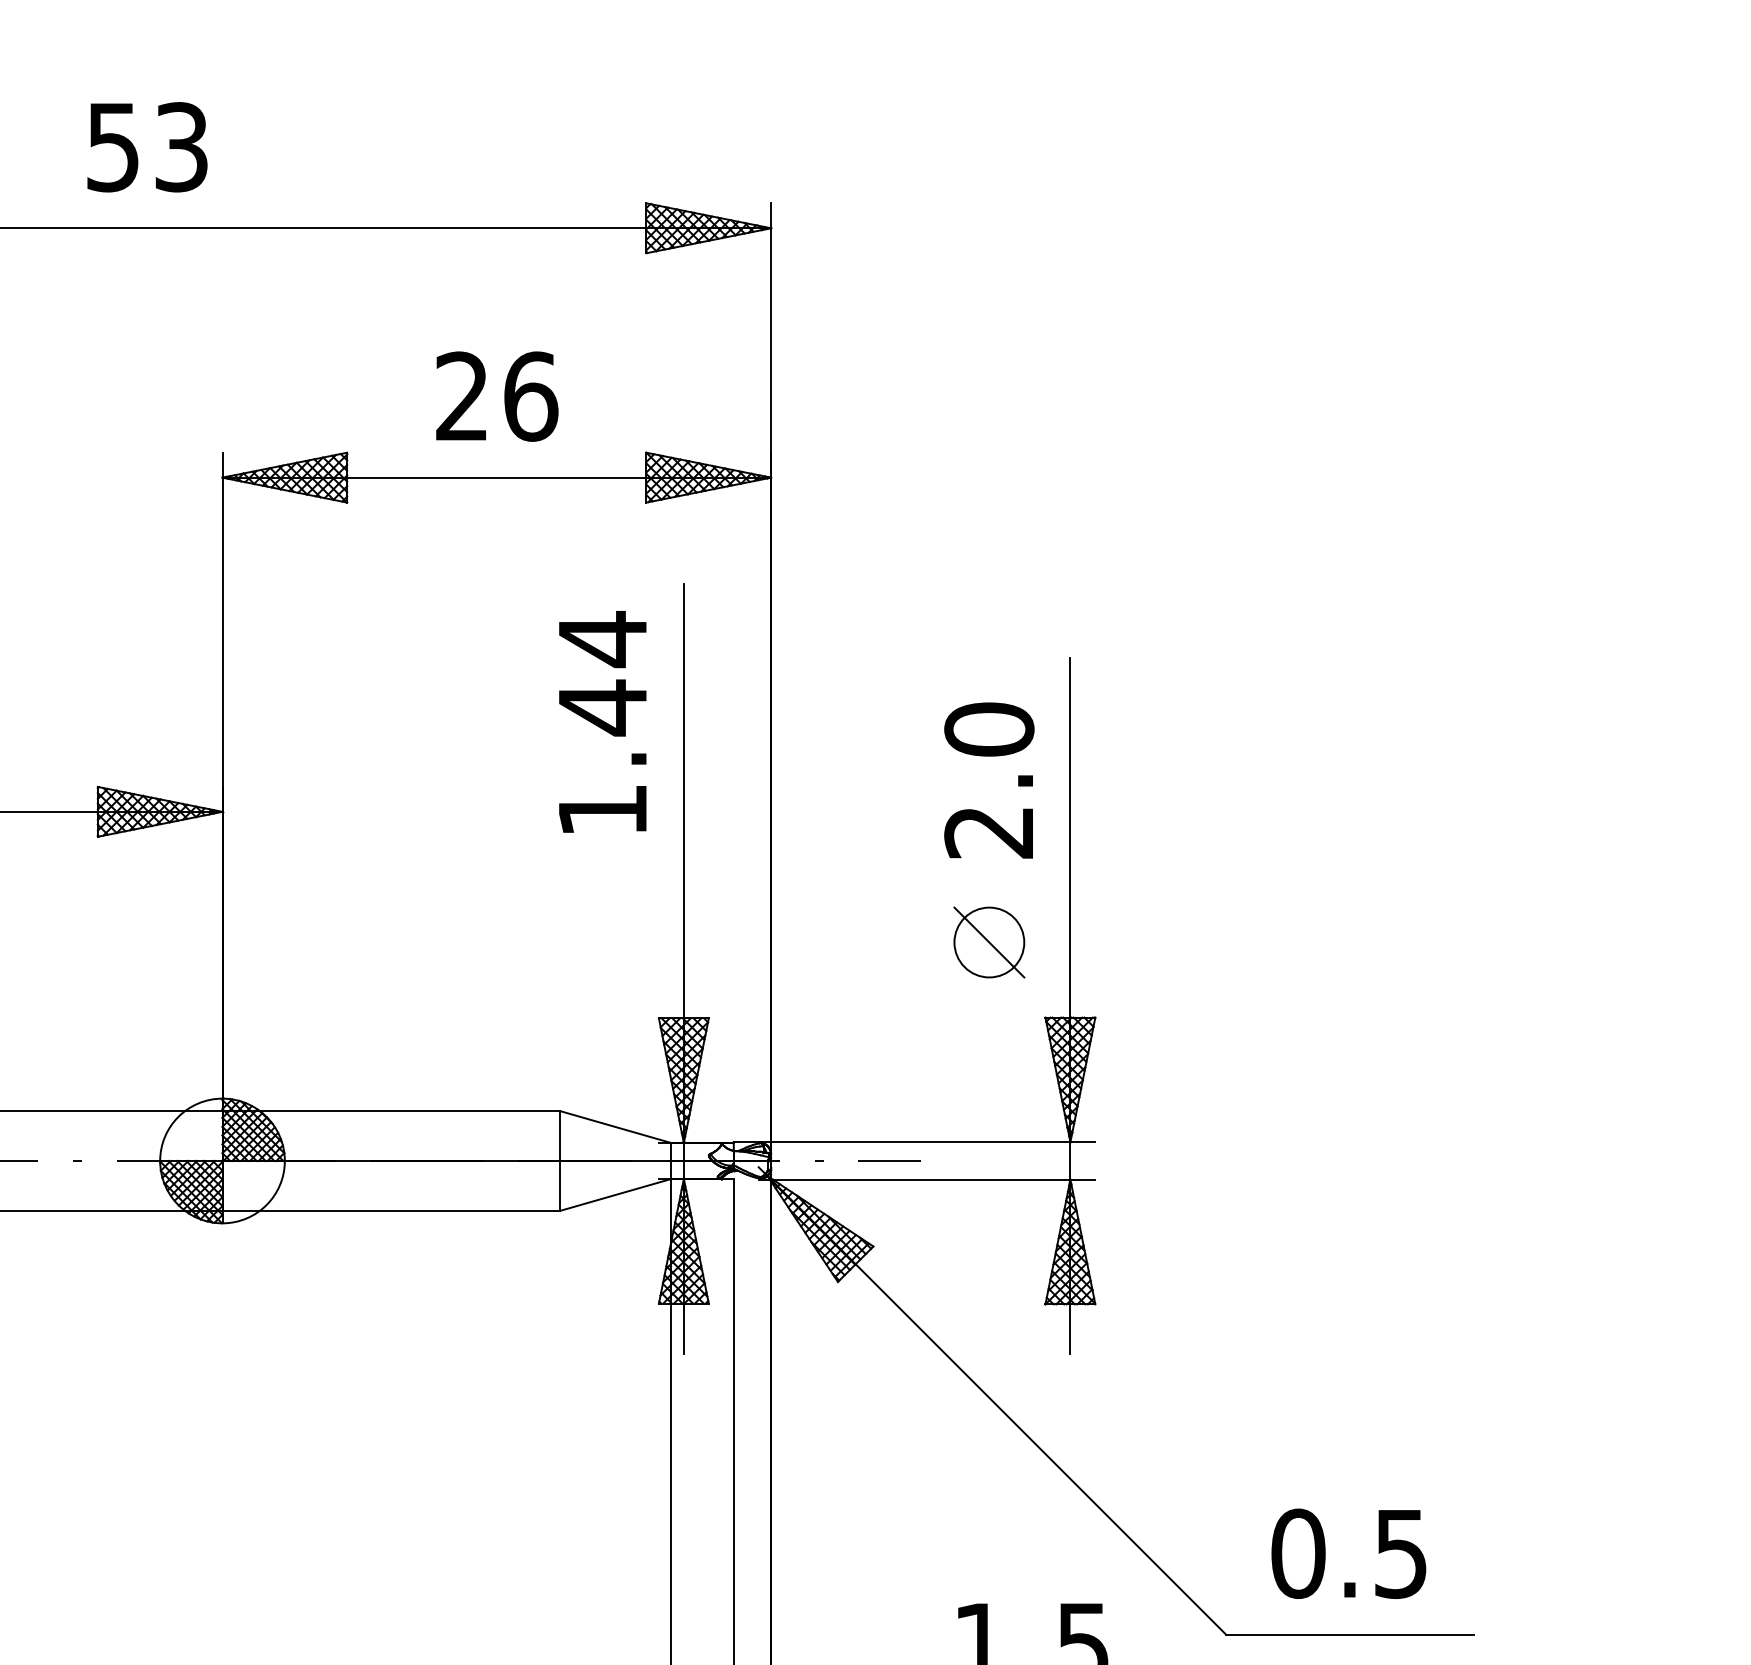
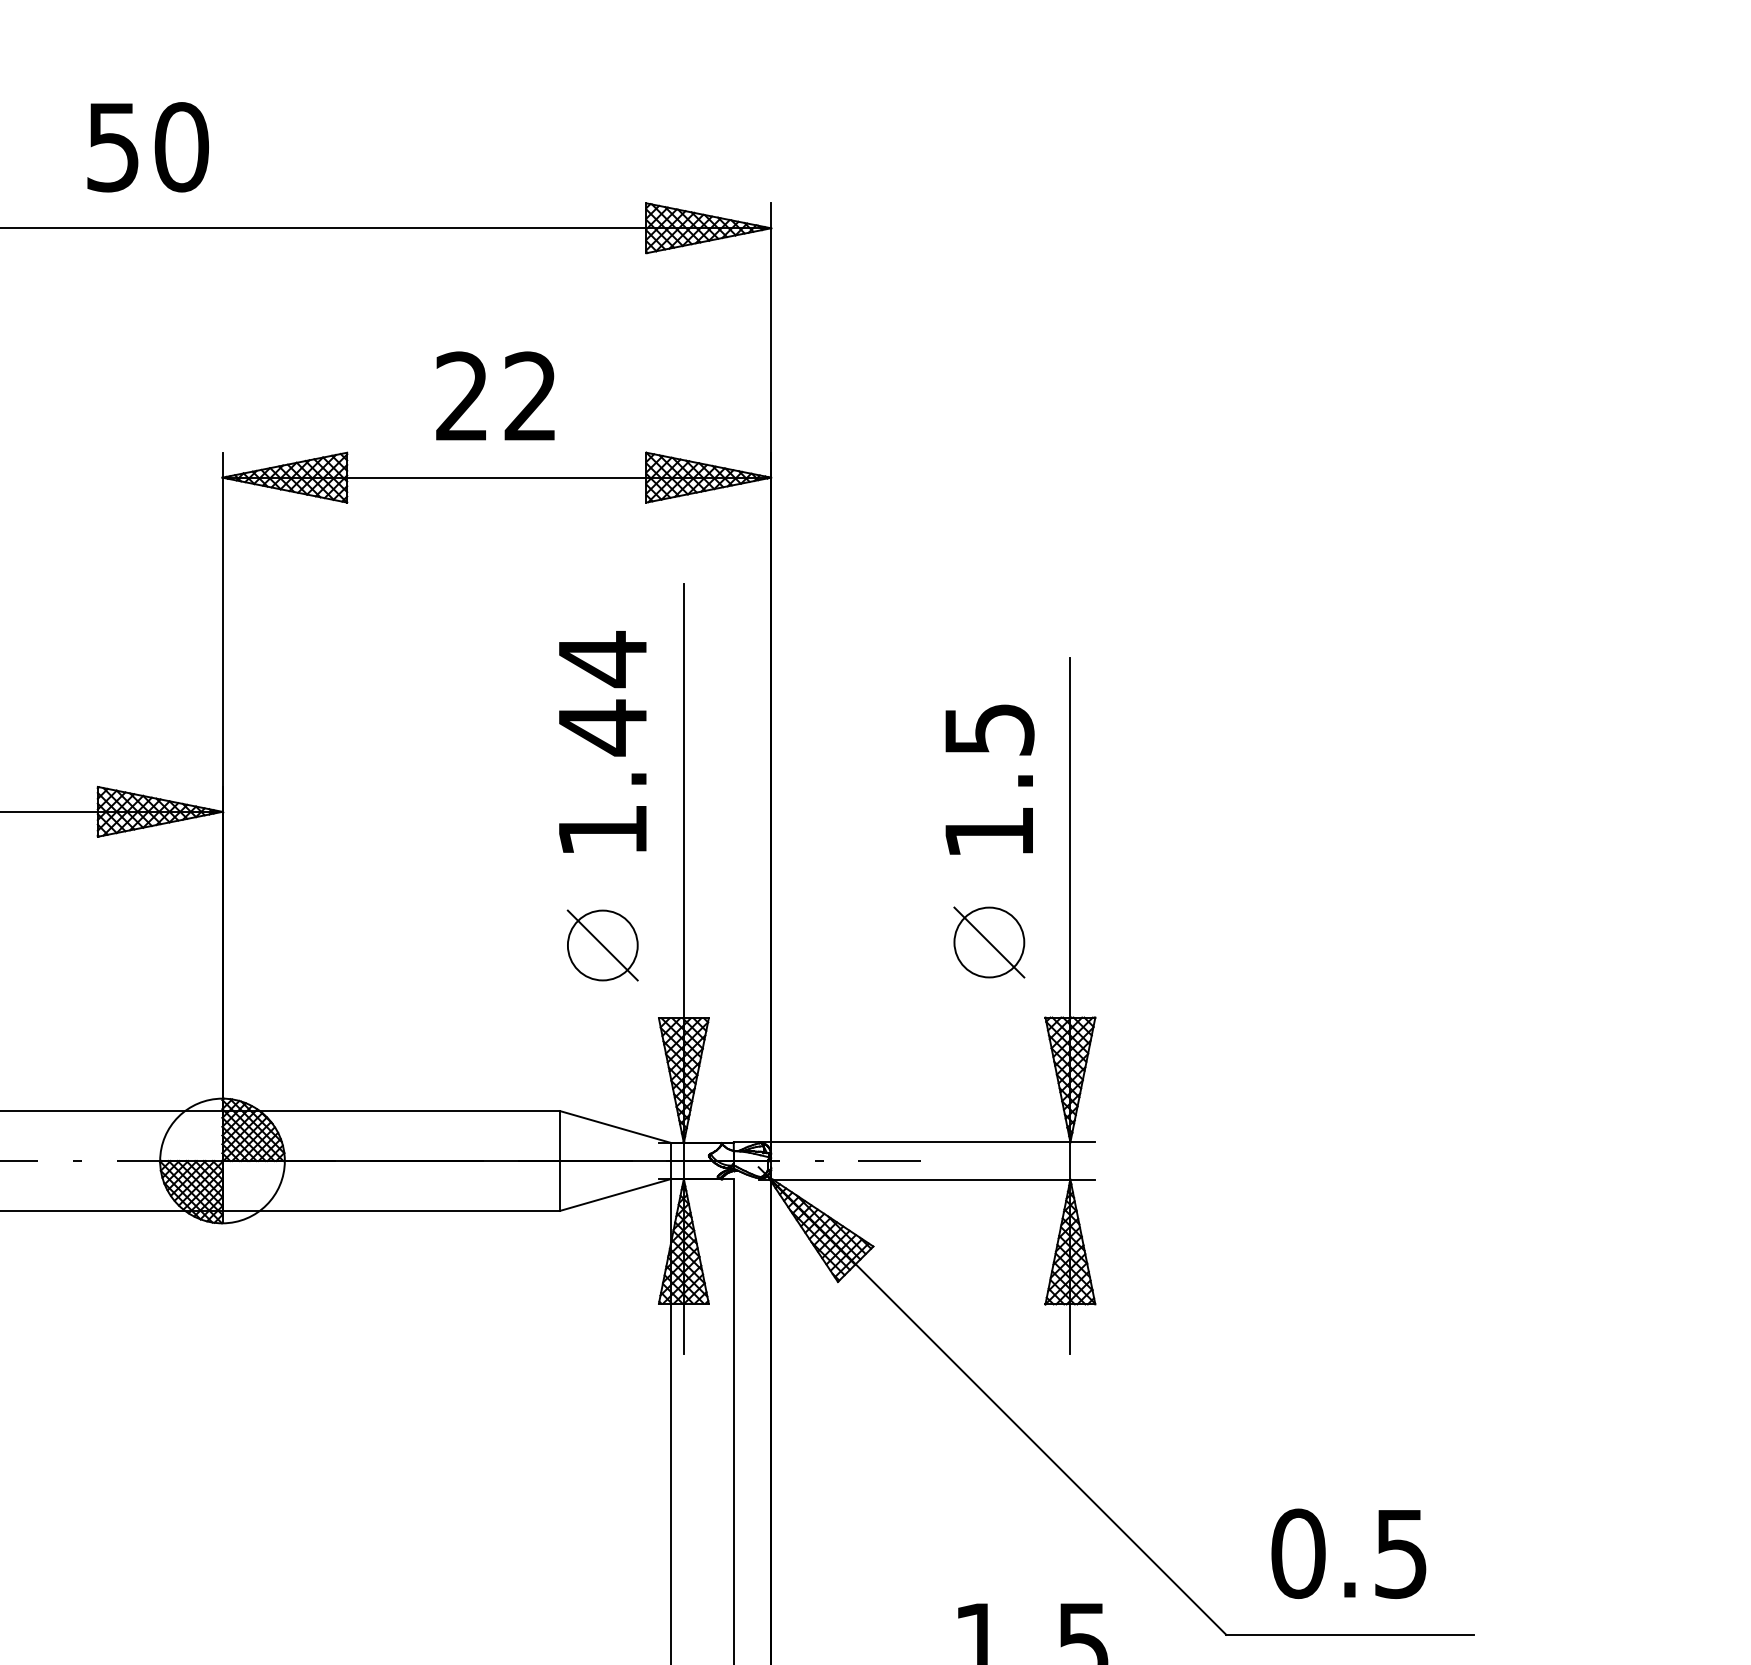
text at (181, 147): 53 -> 50
text at (531, 396): 26 -> 22
text at (602, 721) position: (602, 721) -> (602, 741)
text at (989, 780): 2.0 -> 1.5
part at (602, 945): none -> present
